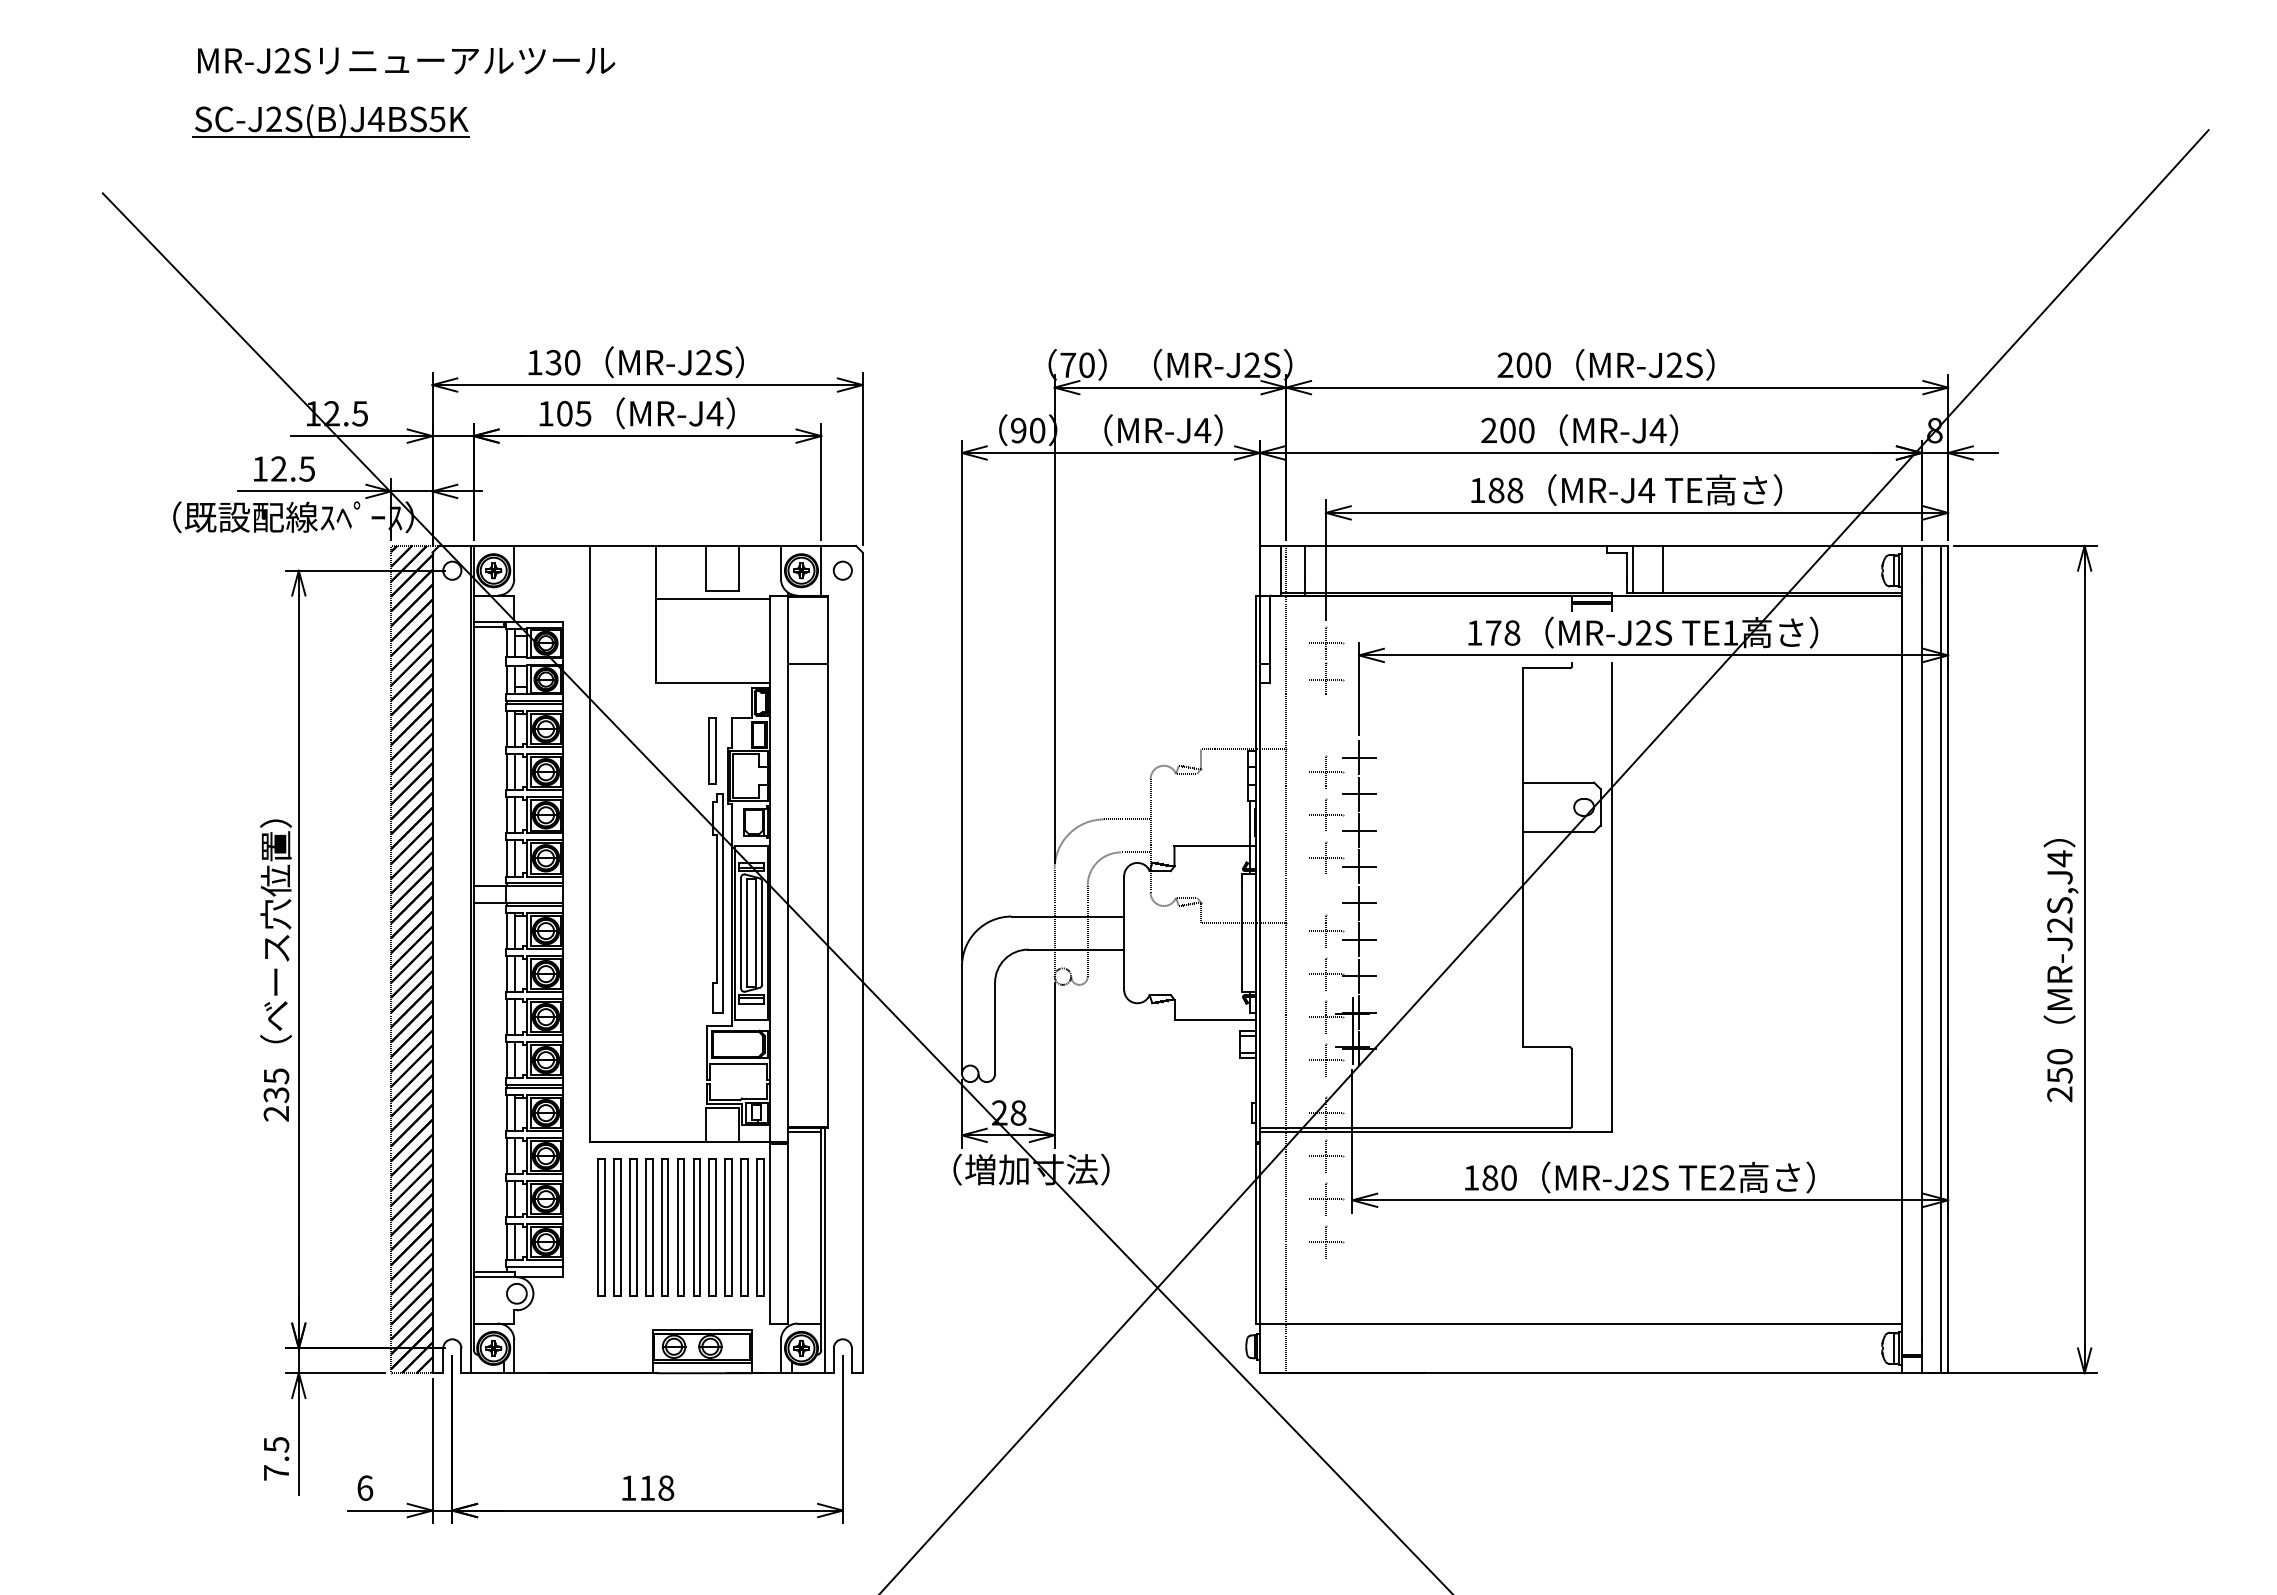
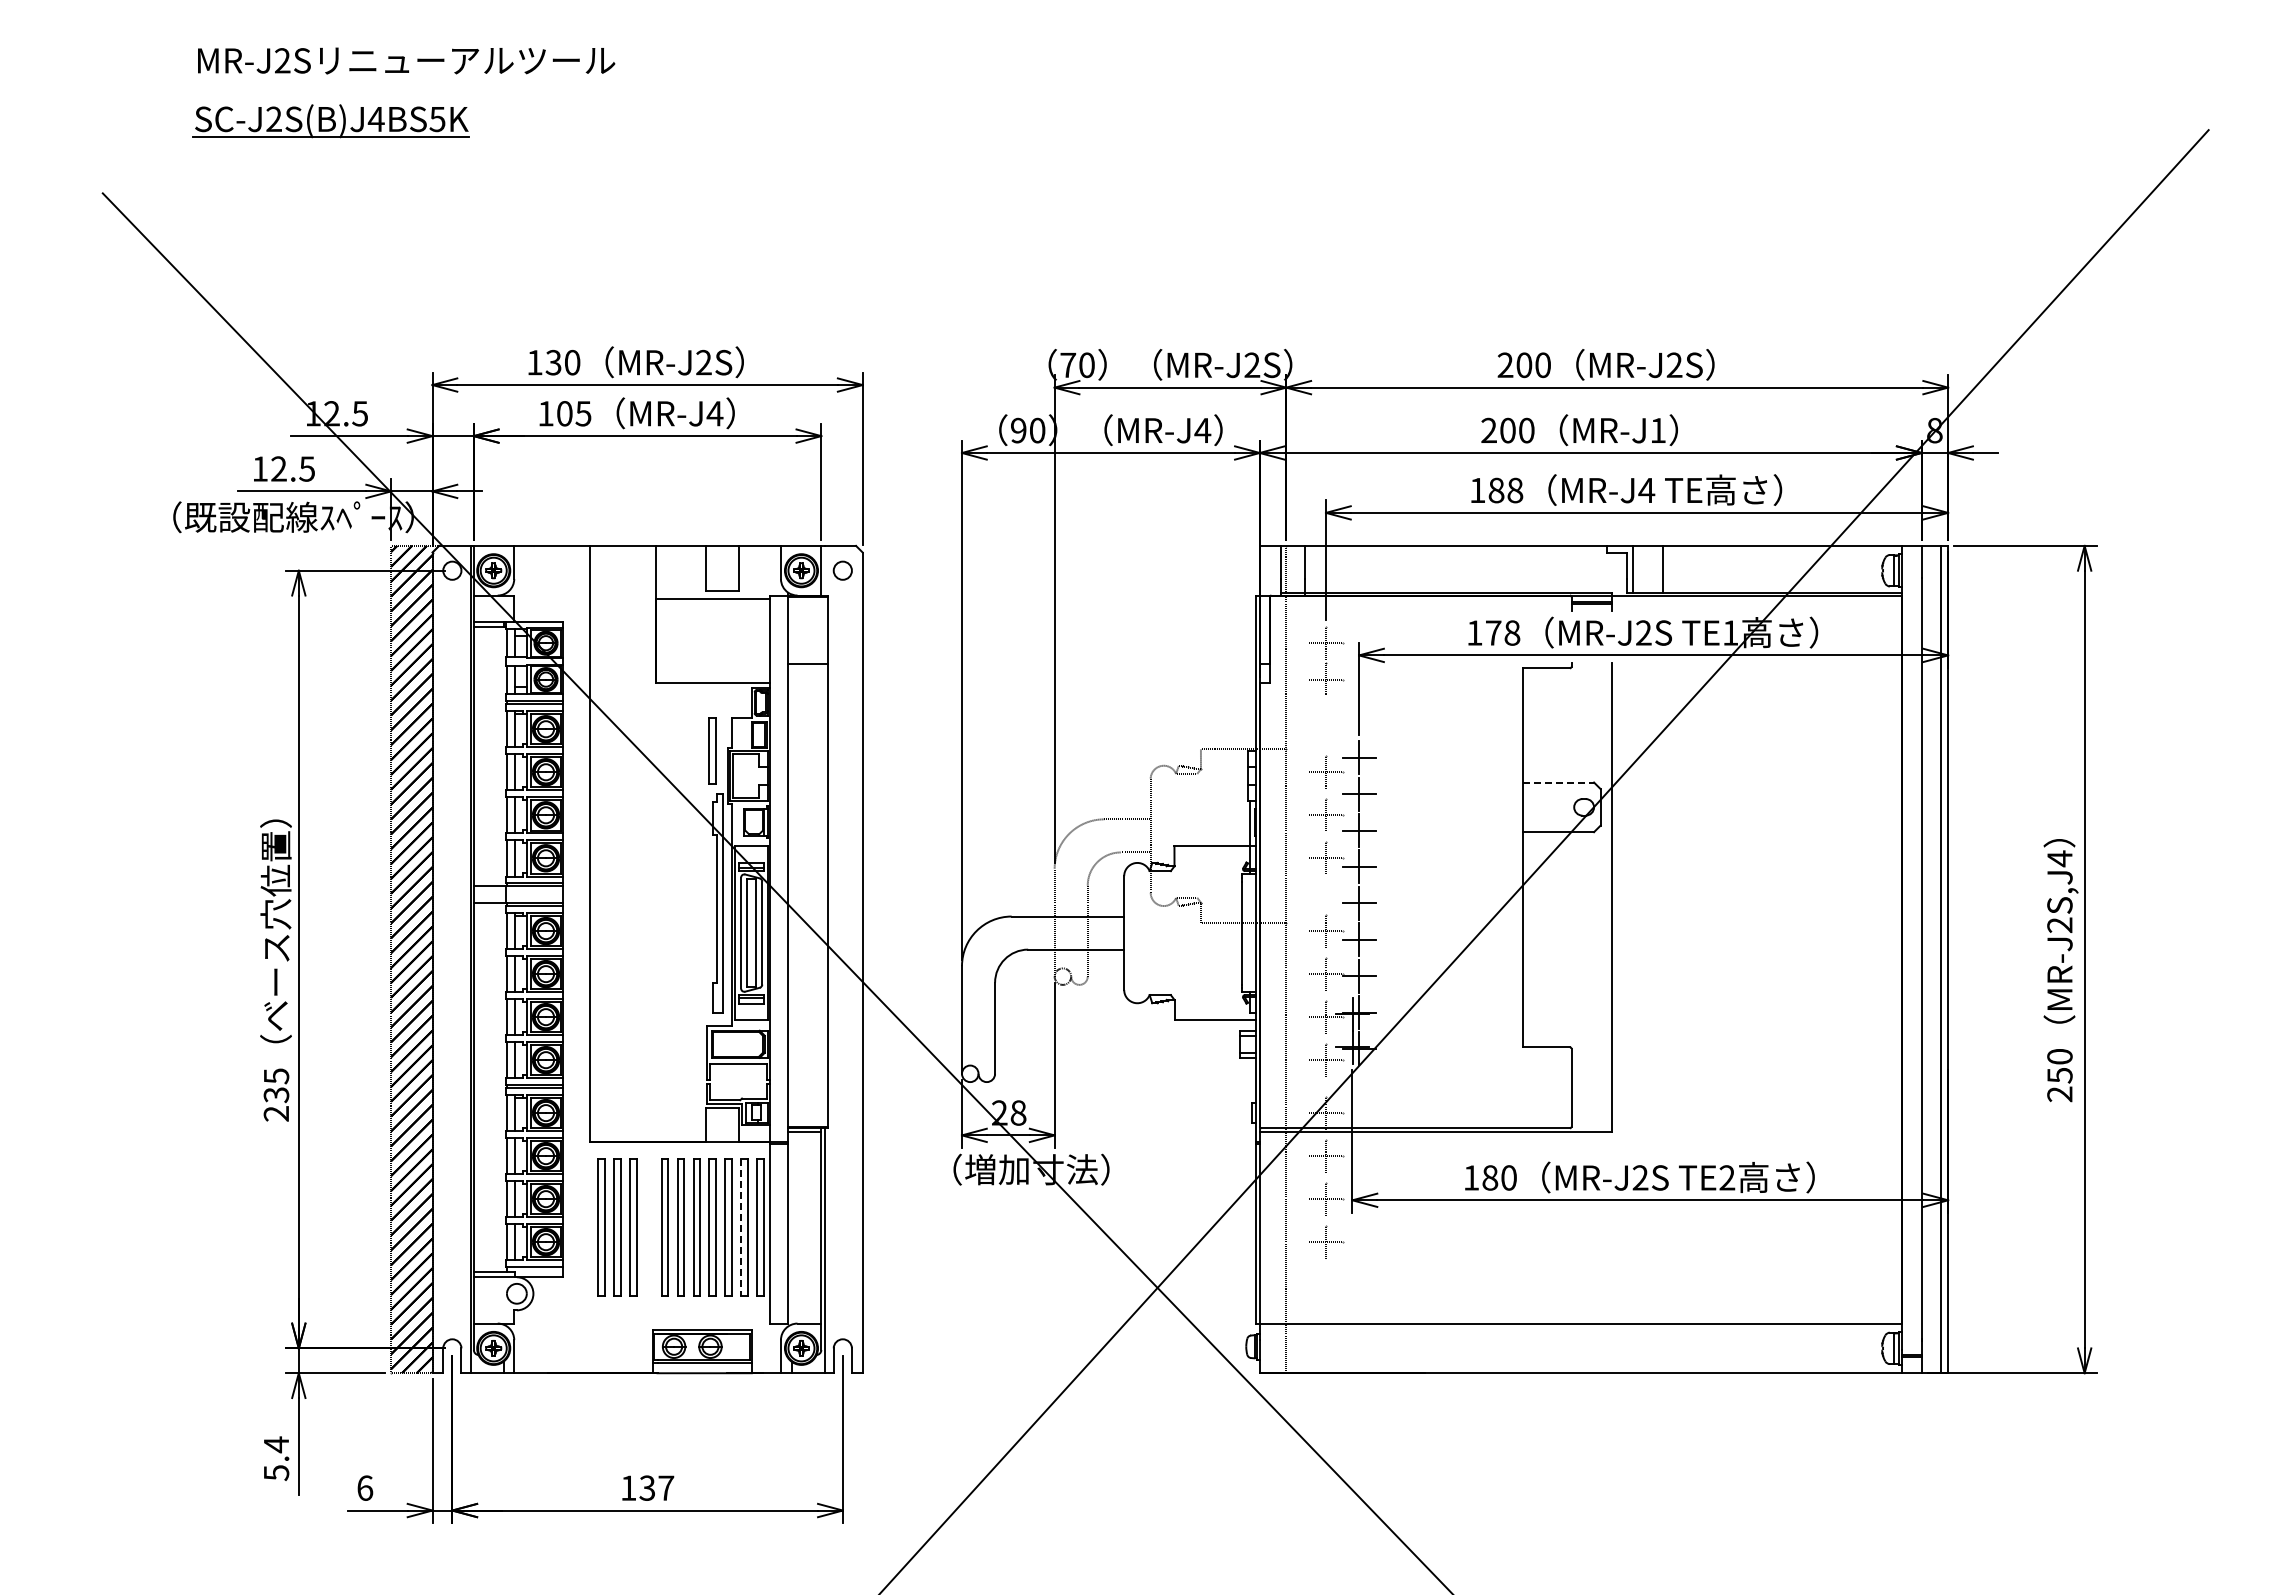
text at (1657, 430): MR-J4 -> MR-J1
line at (1558, 782): solid -> dashed
part at (649, 1227): present -> none
line at (741, 1227): solid -> dashed
text at (276, 1458): 7.5 -> 5.4
text at (656, 1487): 118 -> 137
